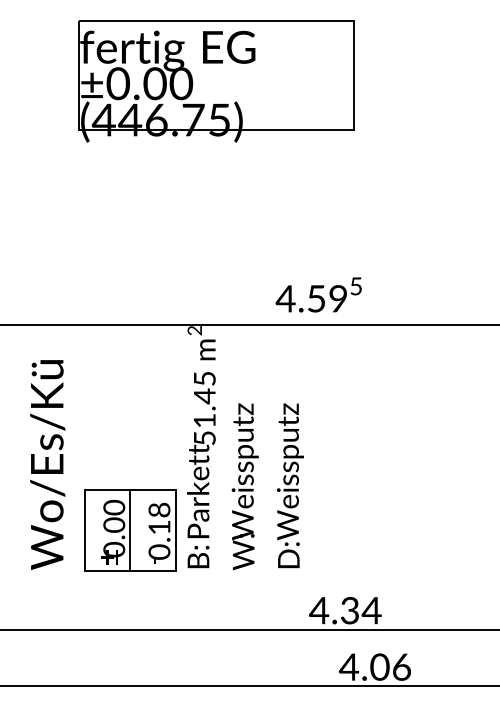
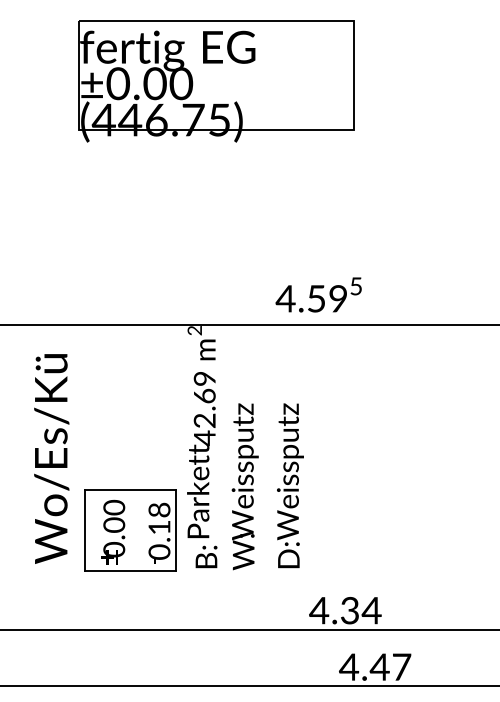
text at (204, 409): 51.45 -> 42.69
text at (47, 464) position: (47, 464) -> (51, 458)
line at (130, 530): present -> none
text at (198, 556) position: (198, 556) -> (206, 556)
text at (390, 666): 4.06 -> 4.47
